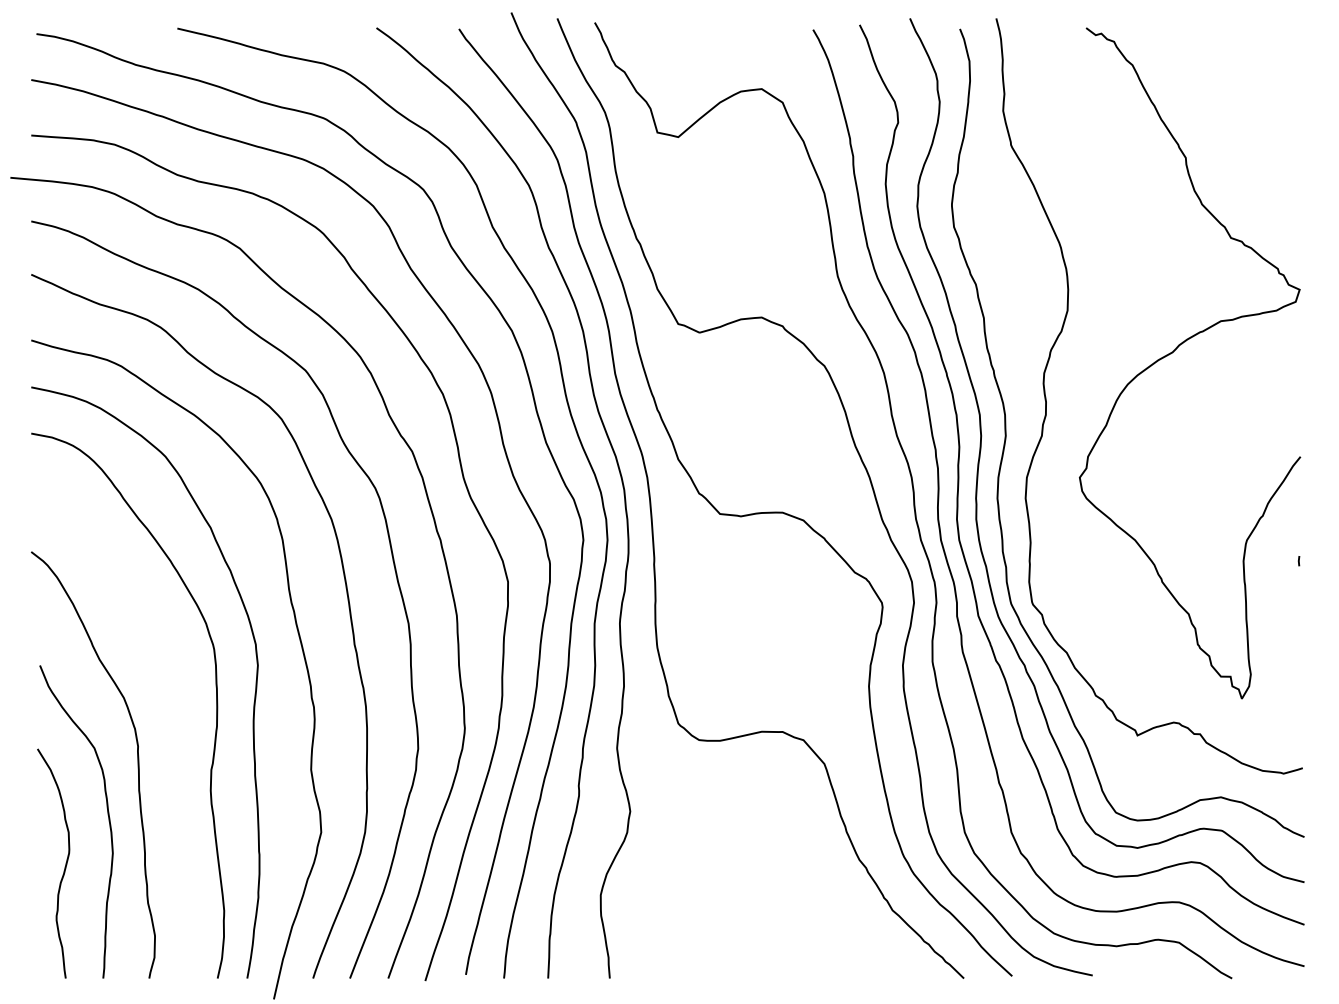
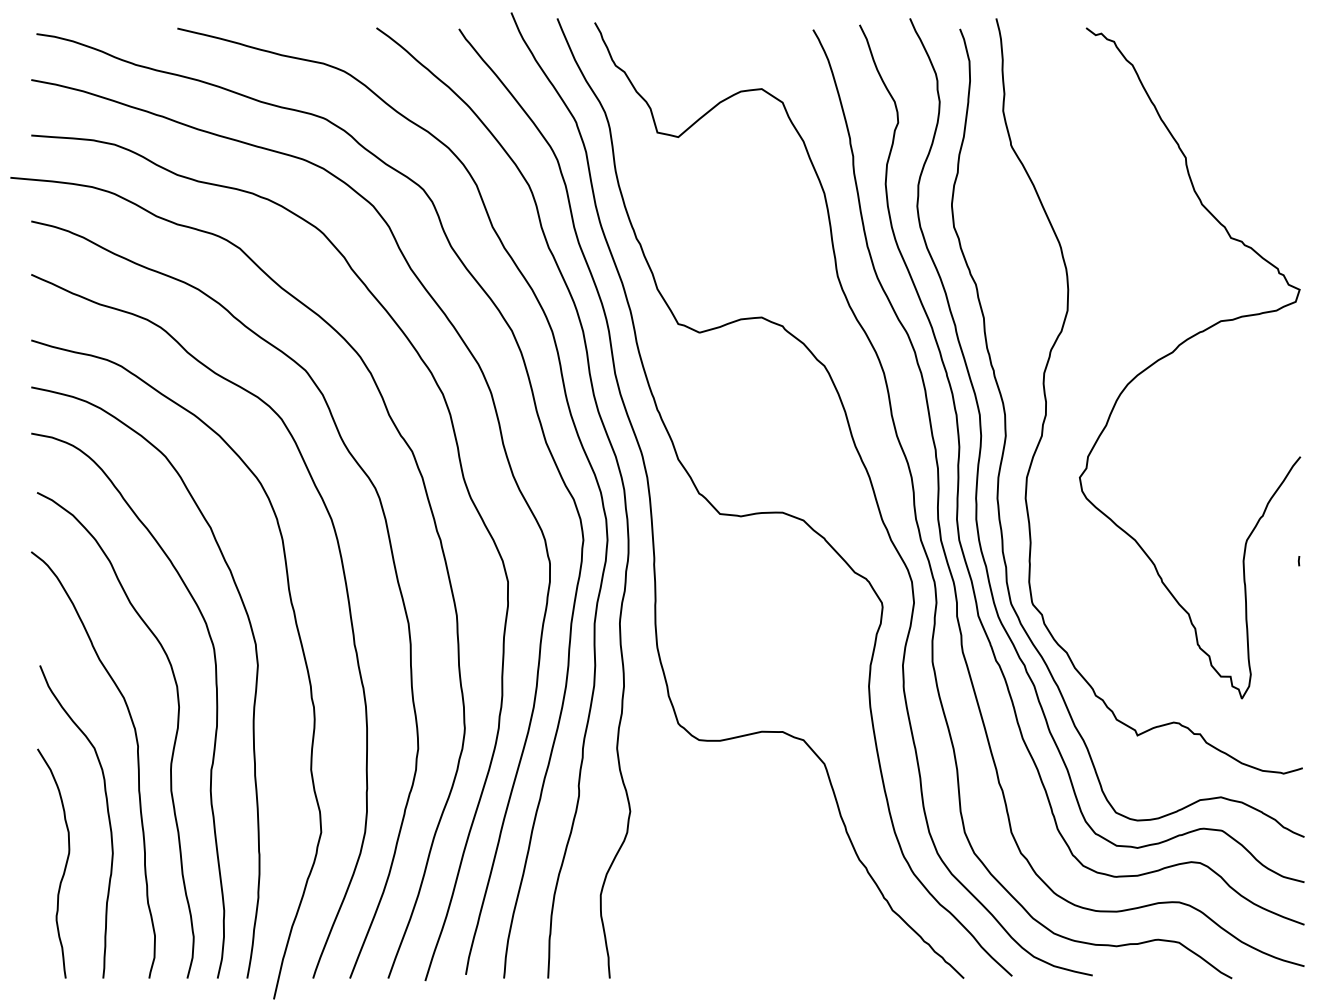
curve at (173, 744): none -> present
